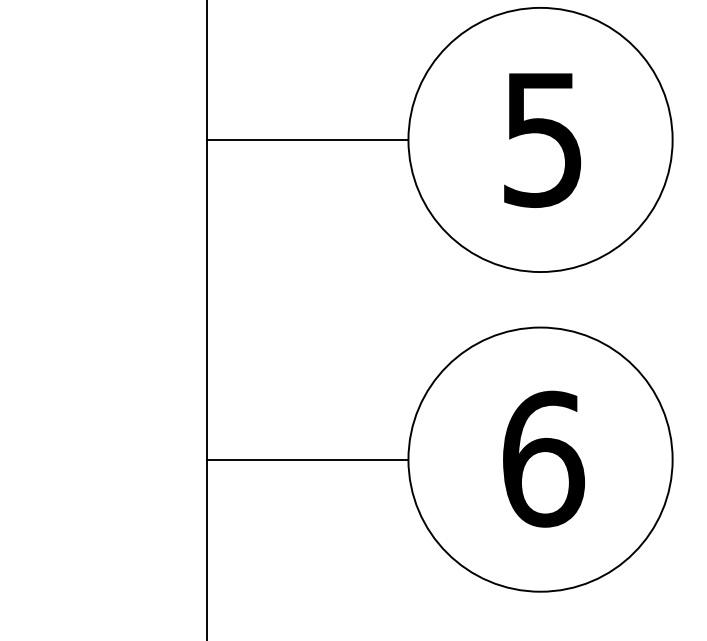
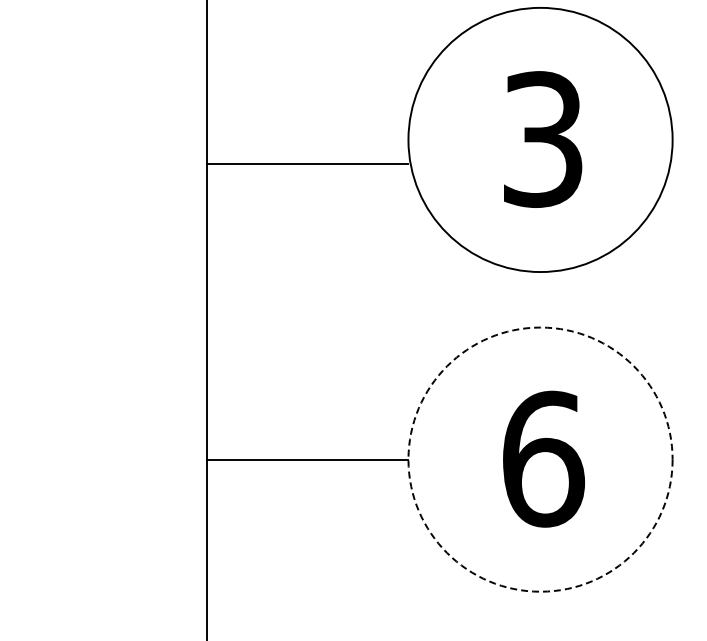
line at (307, 139) position: (307, 139) -> (307, 163)
text at (543, 139): 5 -> 3
circle at (540, 459): solid -> dashed
